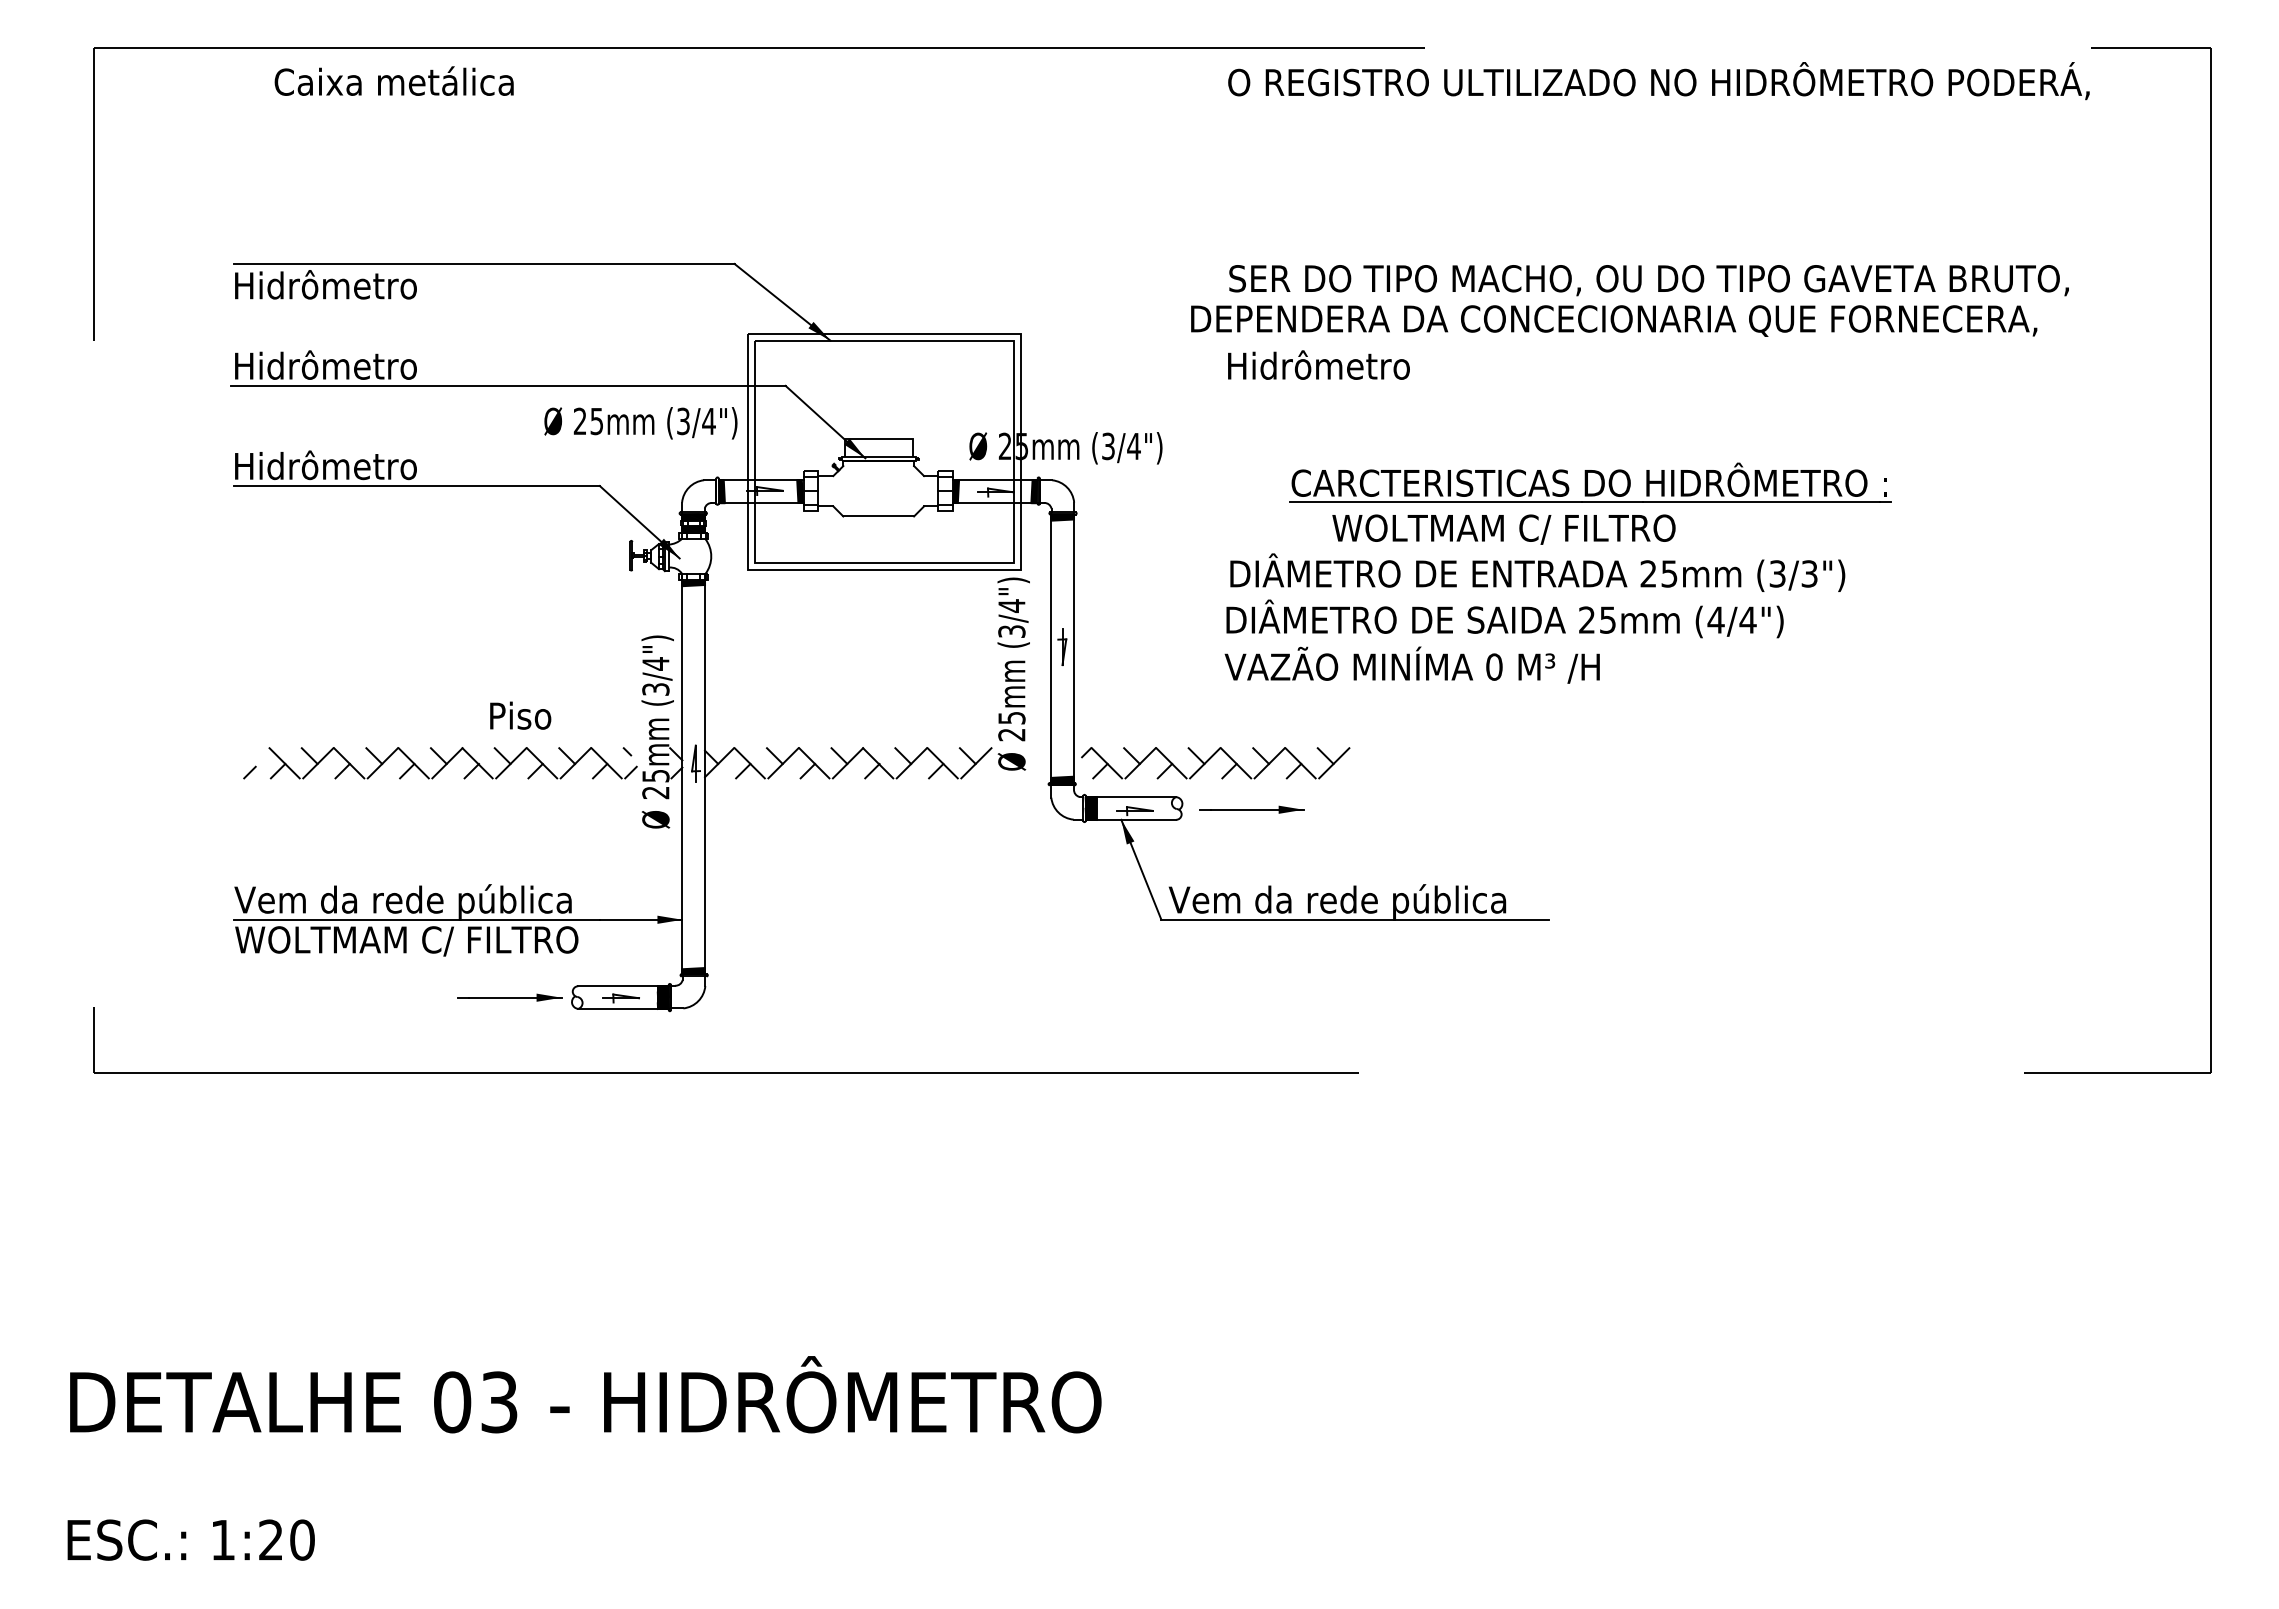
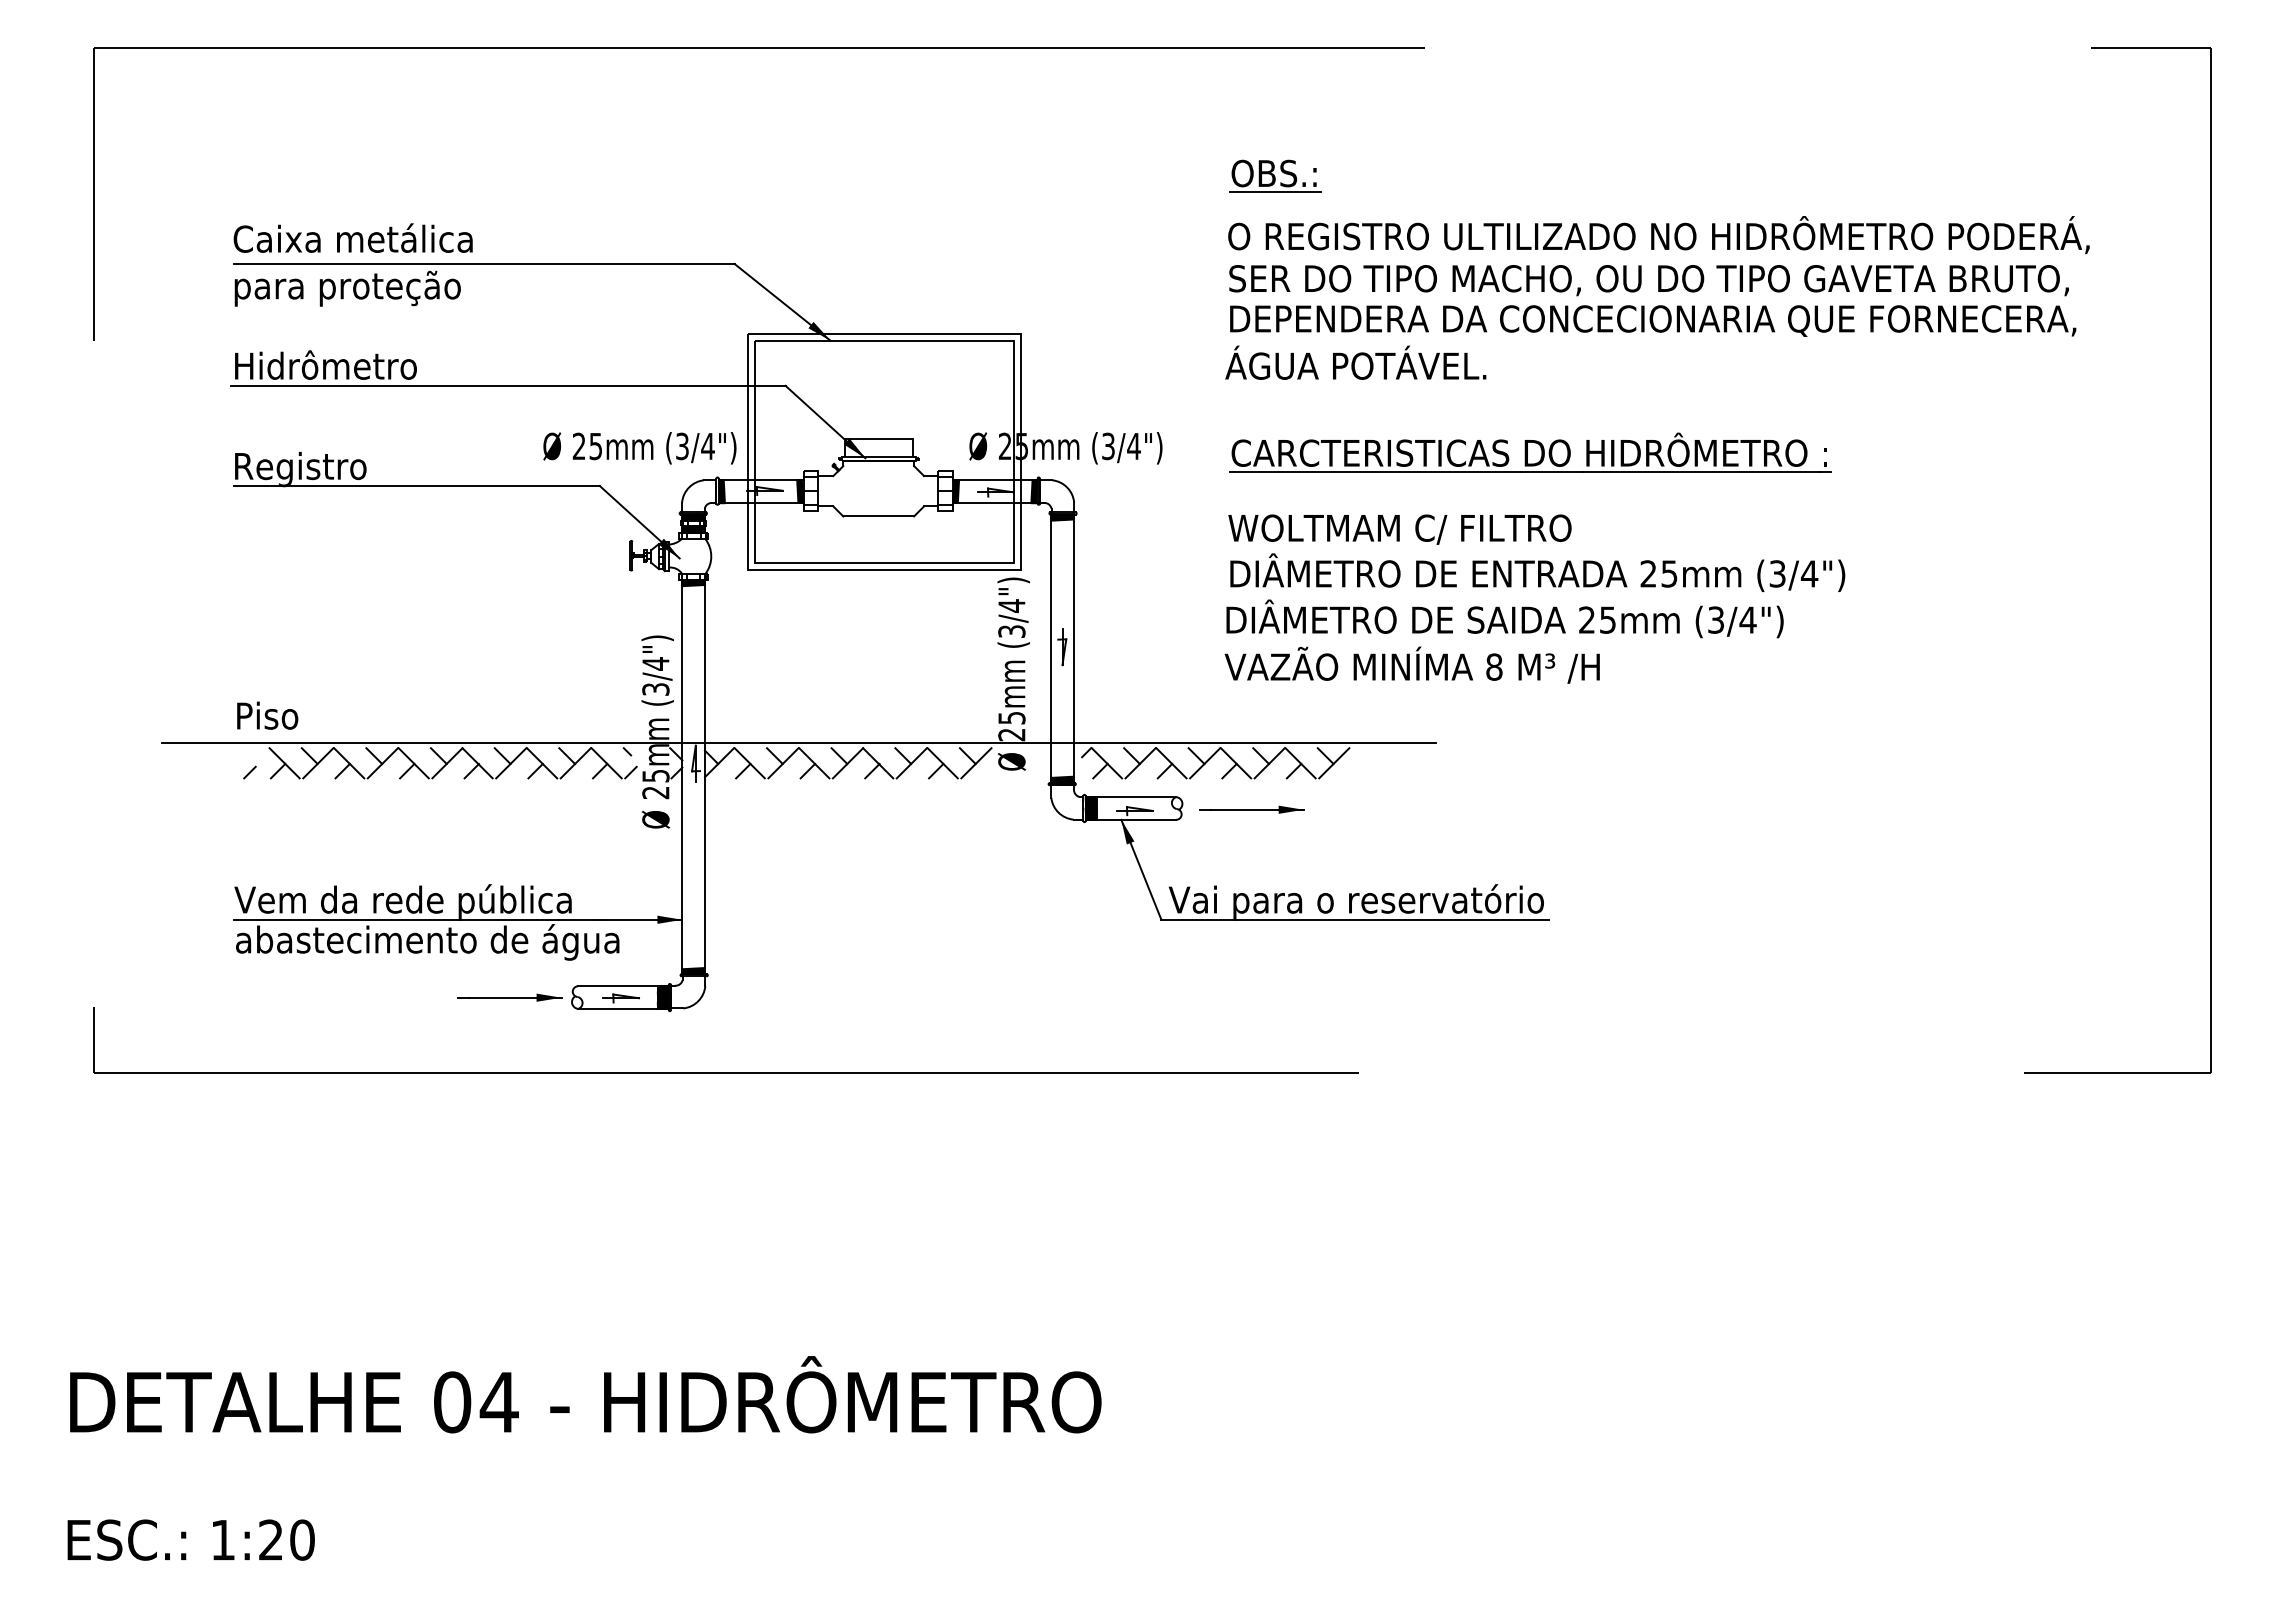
text at (393, 80) position: (393, 80) -> (352, 237)
text at (1658, 81) position: (1658, 81) -> (1658, 235)
part at (1275, 175): none -> present
text at (347, 288): Hidrômetro -> para proteção
text at (1614, 320) position: (1614, 320) -> (1653, 320)
text at (1355, 362): Hidrômetro -> ÁGUA POTÁVEL.
text at (640, 423) position: (640, 423) -> (639, 448)
text at (327, 468): Hidrômetro -> Registro
part at (1590, 482) position: (1590, 482) -> (1530, 452)
text at (1503, 529) position: (1503, 529) -> (1399, 529)
text at (1809, 573): (3/3") -> (3/4")
text at (1715, 619): (4/4") -> (3/4")
text at (1494, 666): 0 -> 8
text at (520, 715) position: (520, 715) -> (267, 715)
line at (799, 742): none -> present
text at (1367, 901): Vem da rede pública -> Vai para o reservatório
text at (427, 942): WOLTMAM C/ FILTRO -> abastecimento de água
text at (498, 1402): 03 -> 04
